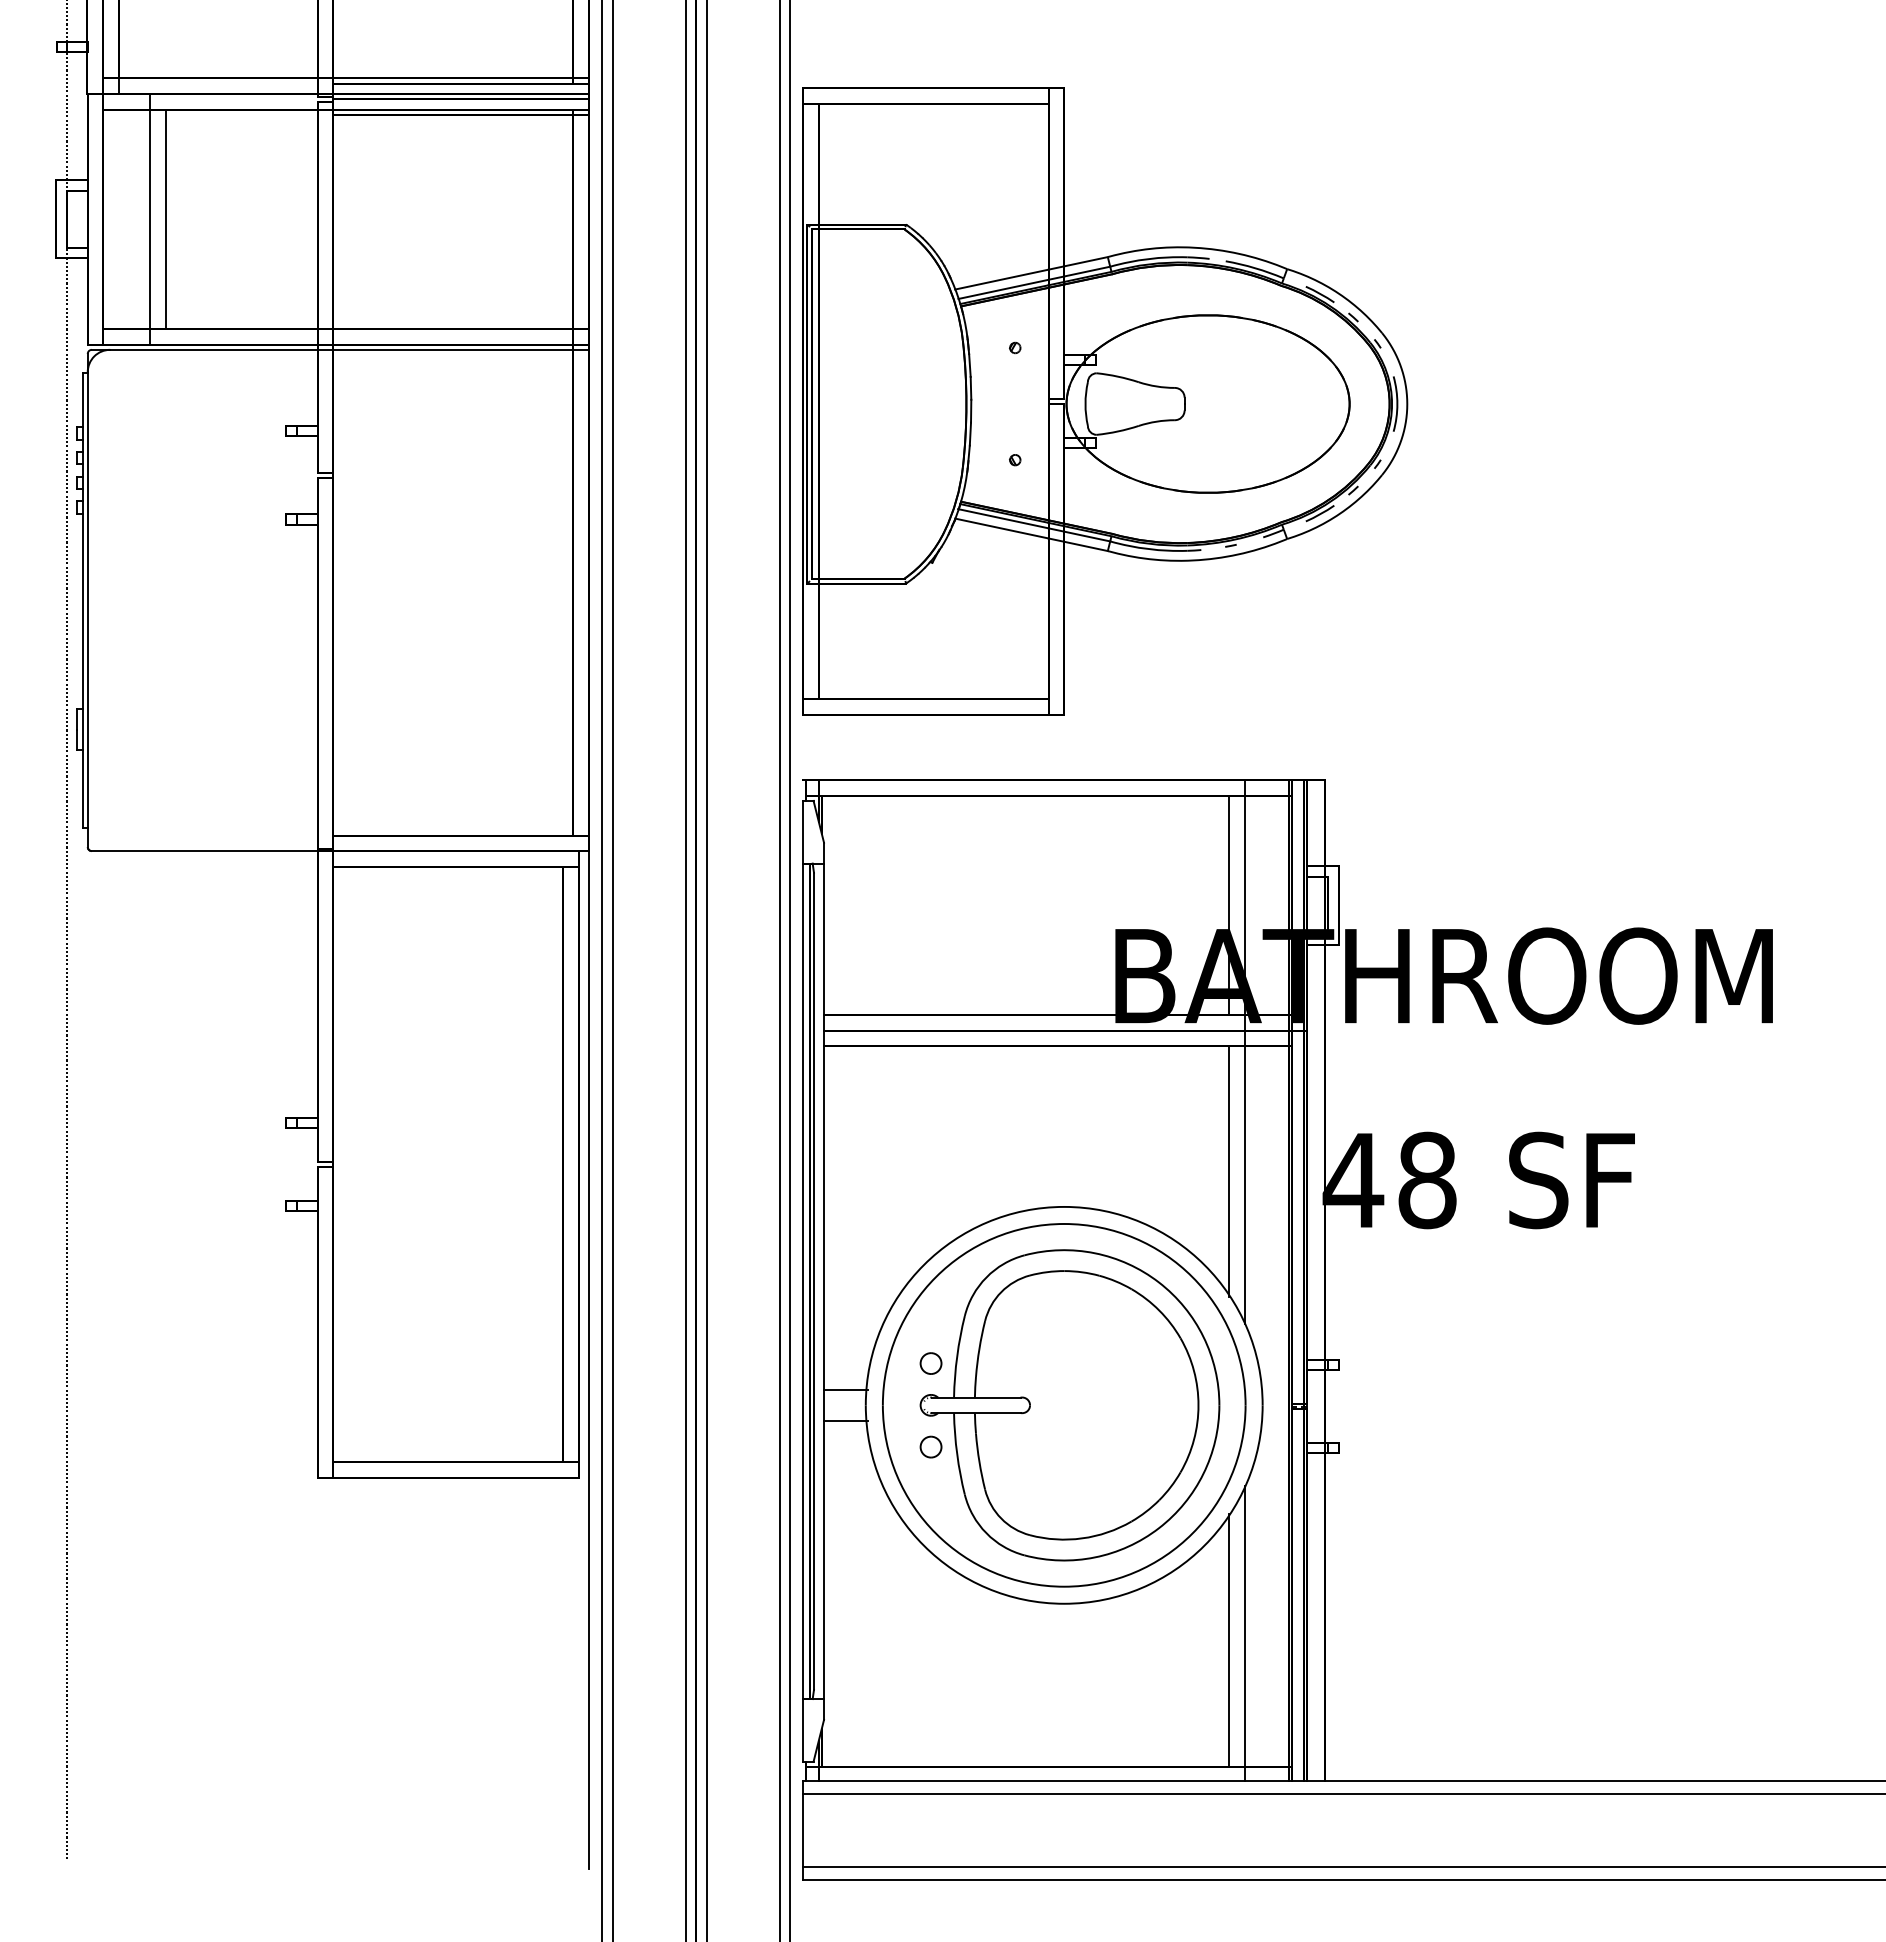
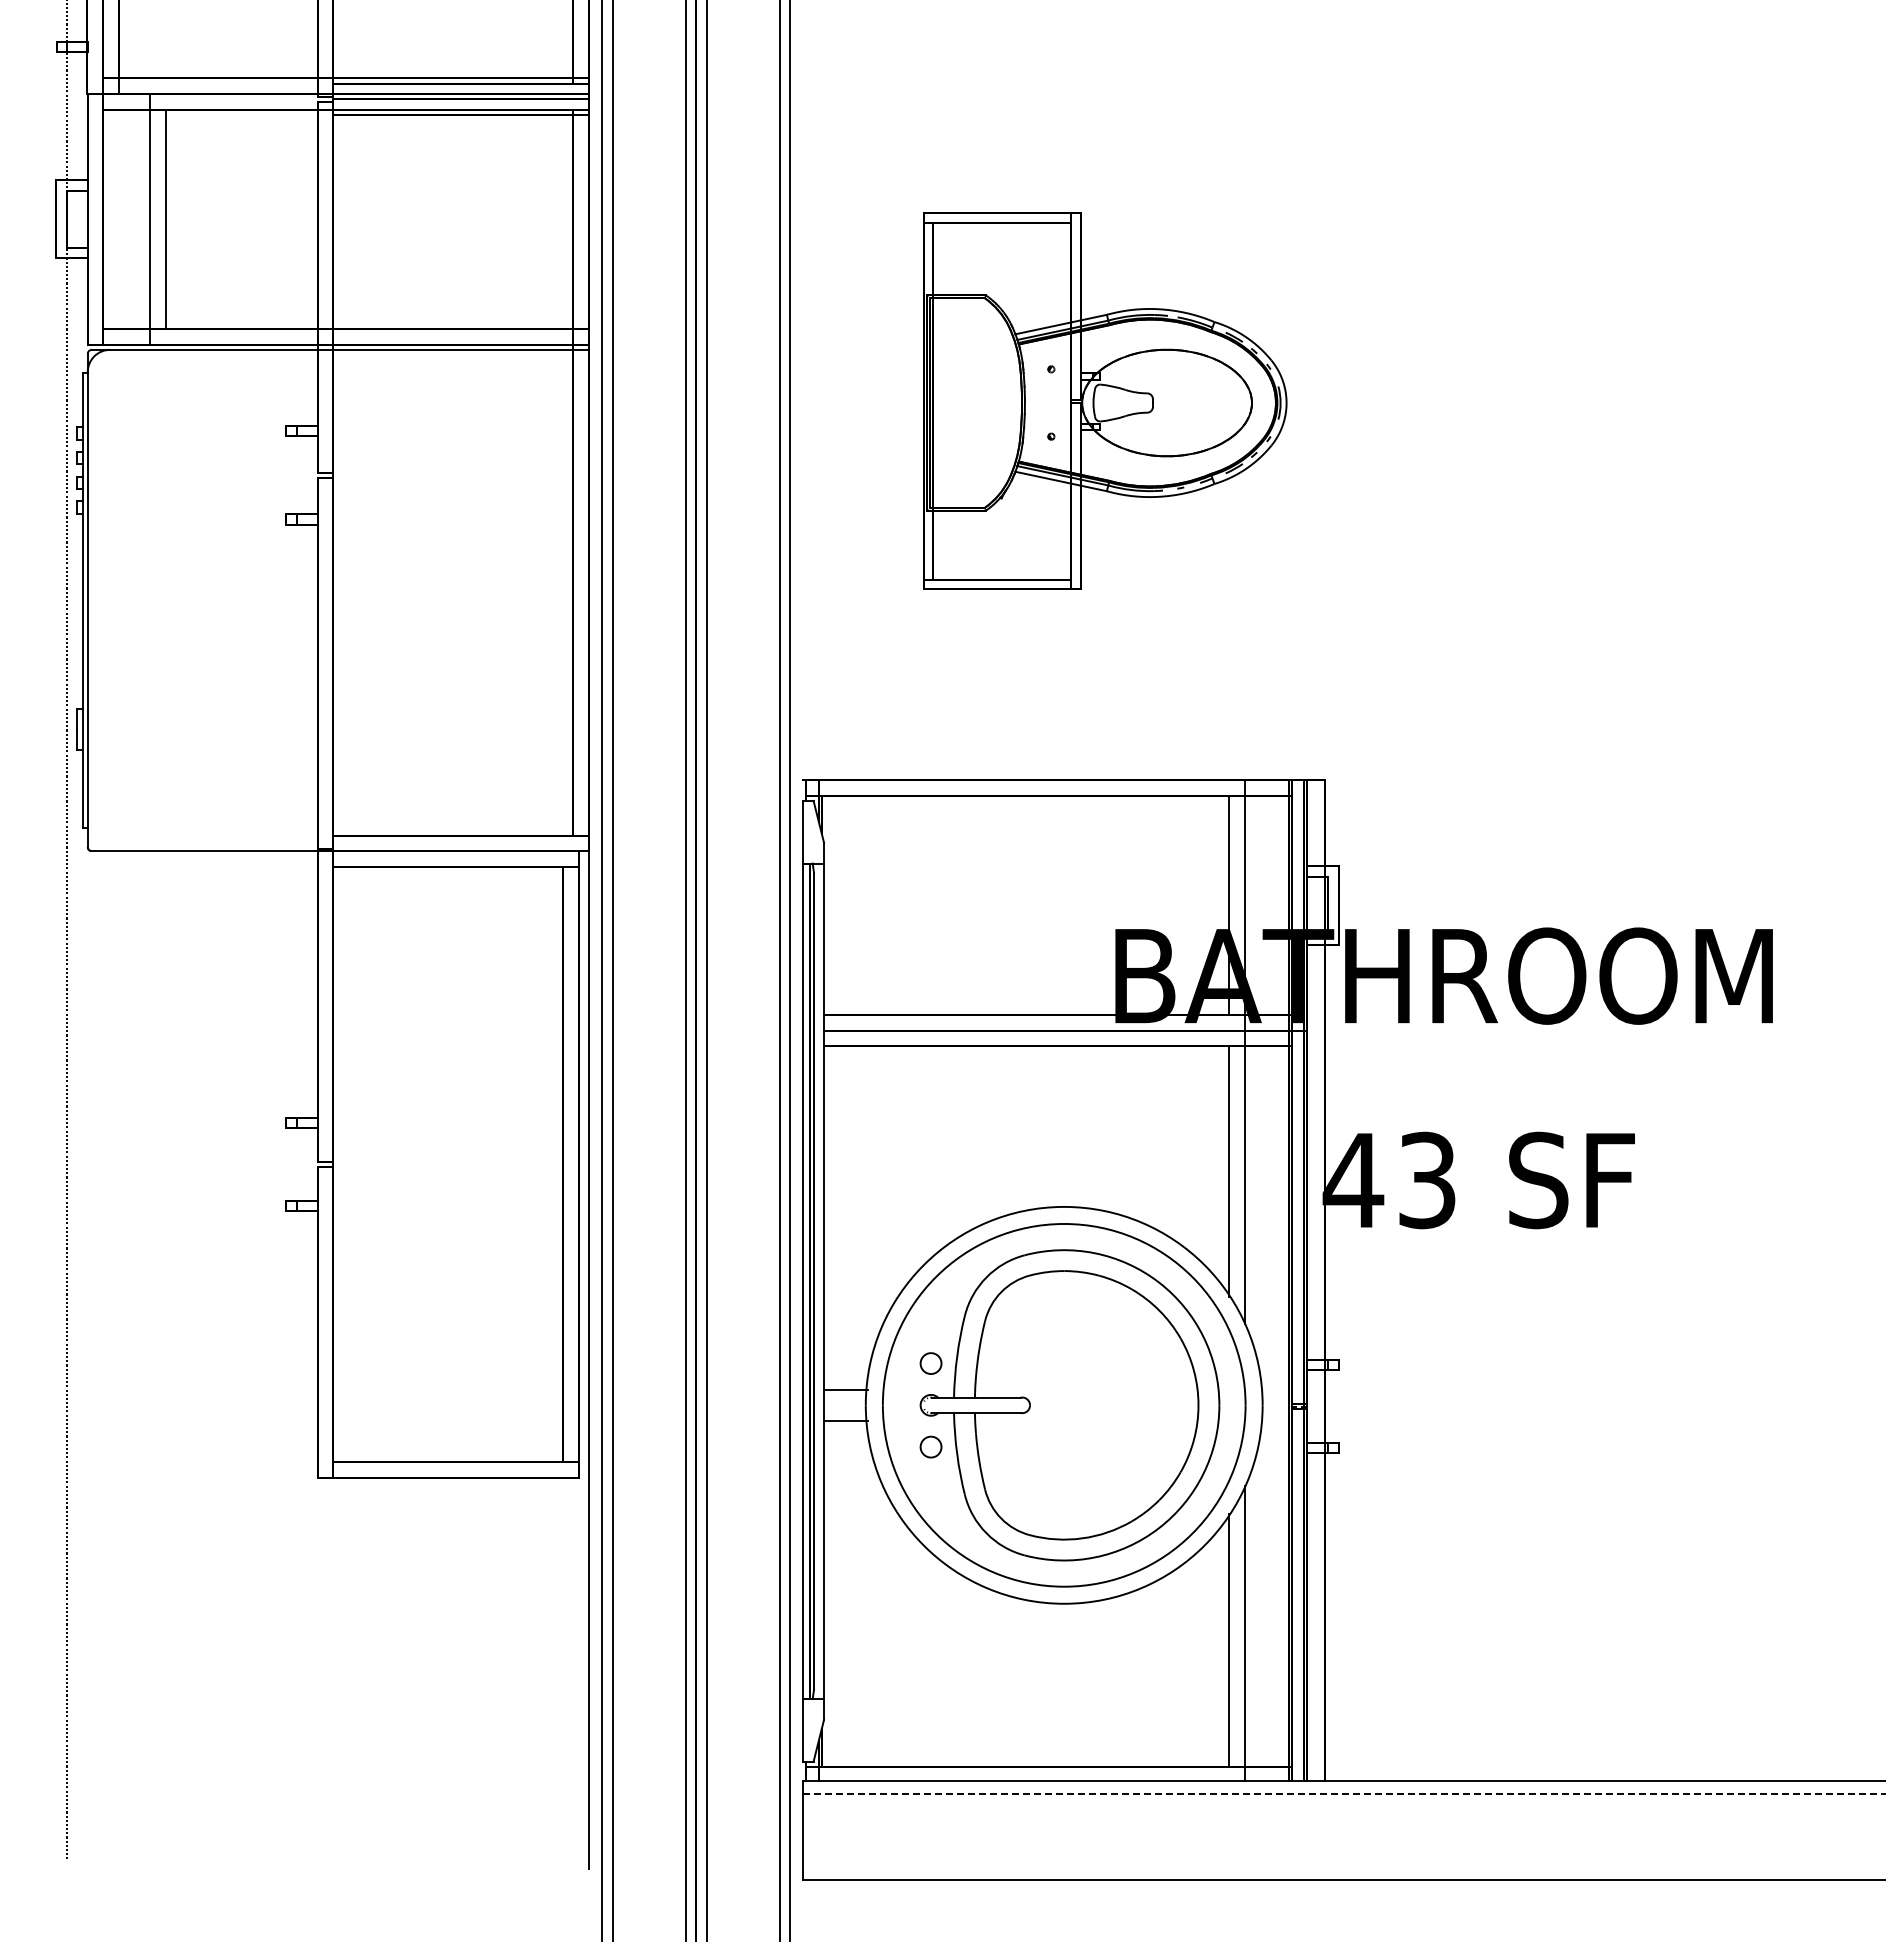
part at (1105, 401) size: 607x629 px -> 365x378 px
text at (1427, 1180): 48 -> 43
line at (1344, 1793): solid -> dashed
line at (1342, 1866): present -> none
